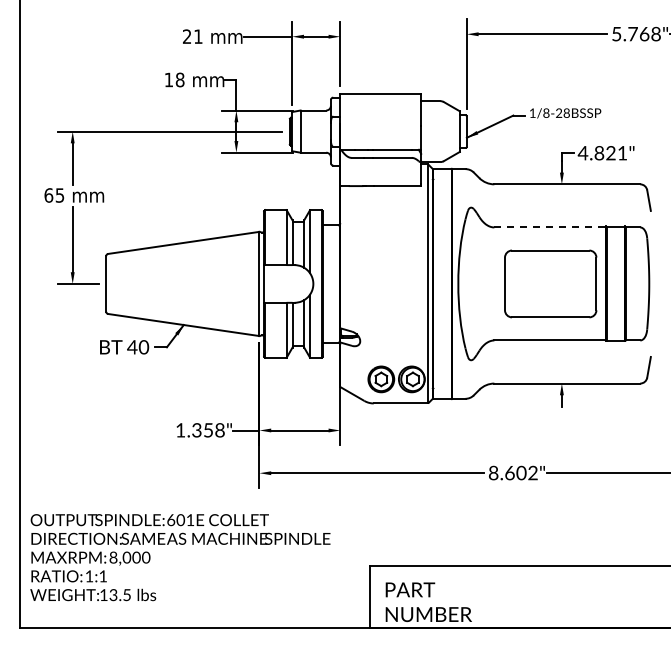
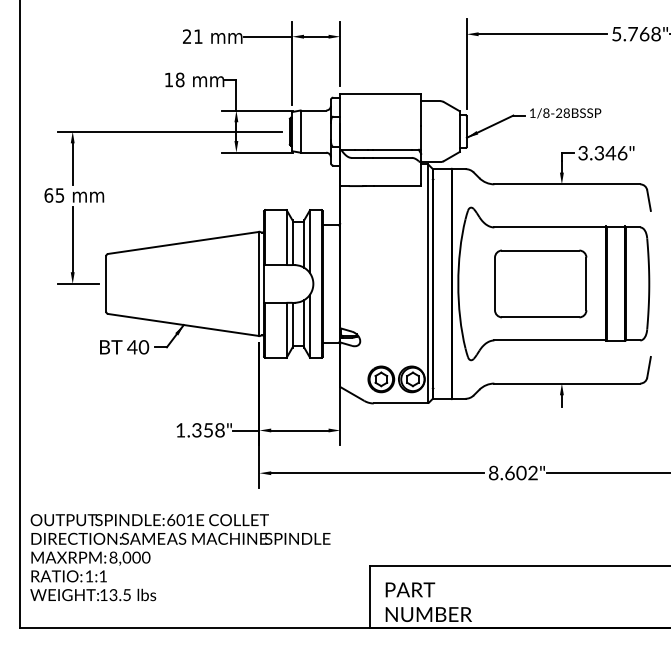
text at (602, 153): 4.821" -> 3.346"
line at (550, 227): dashed -> solid
part at (550, 283) position: (550, 283) -> (540, 283)
